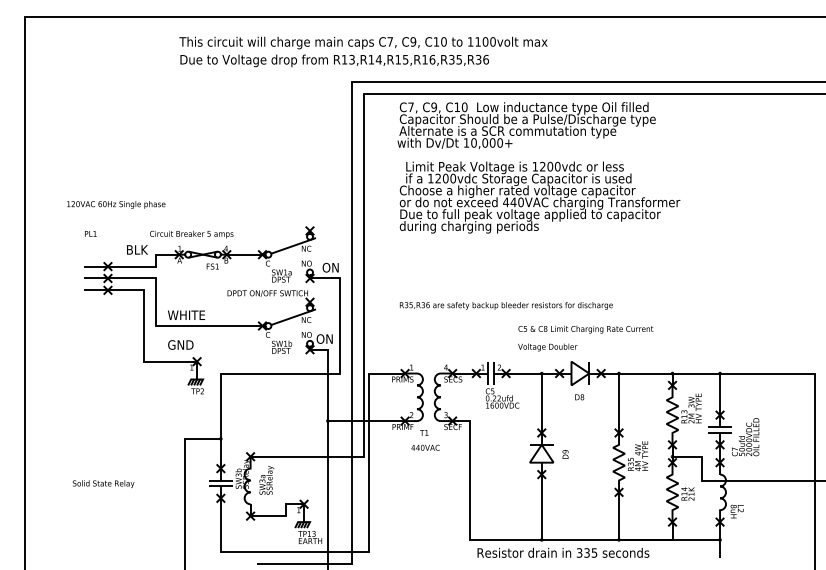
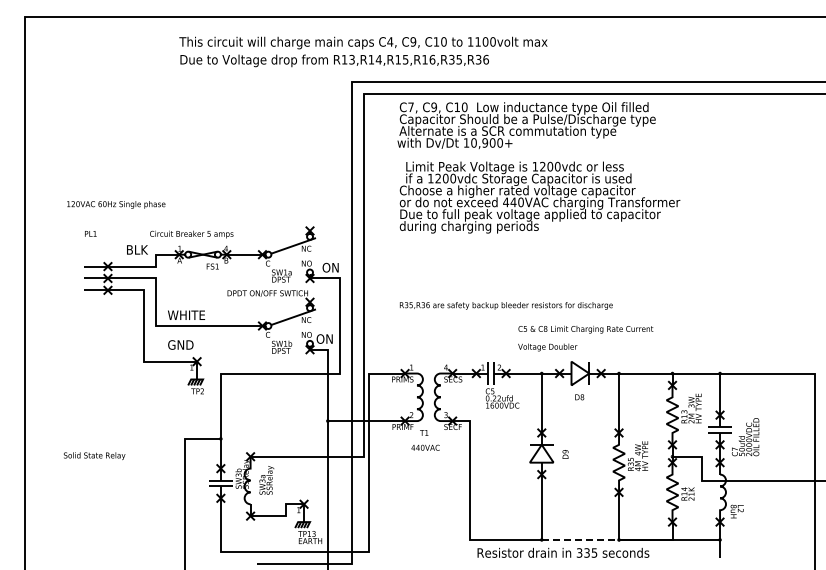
text at (390, 41): C7, -> C4,
text at (484, 142): 10,000+ -> 10,900+
text at (103, 484) position: (103, 484) -> (94, 456)
line at (581, 539): solid -> dashed
